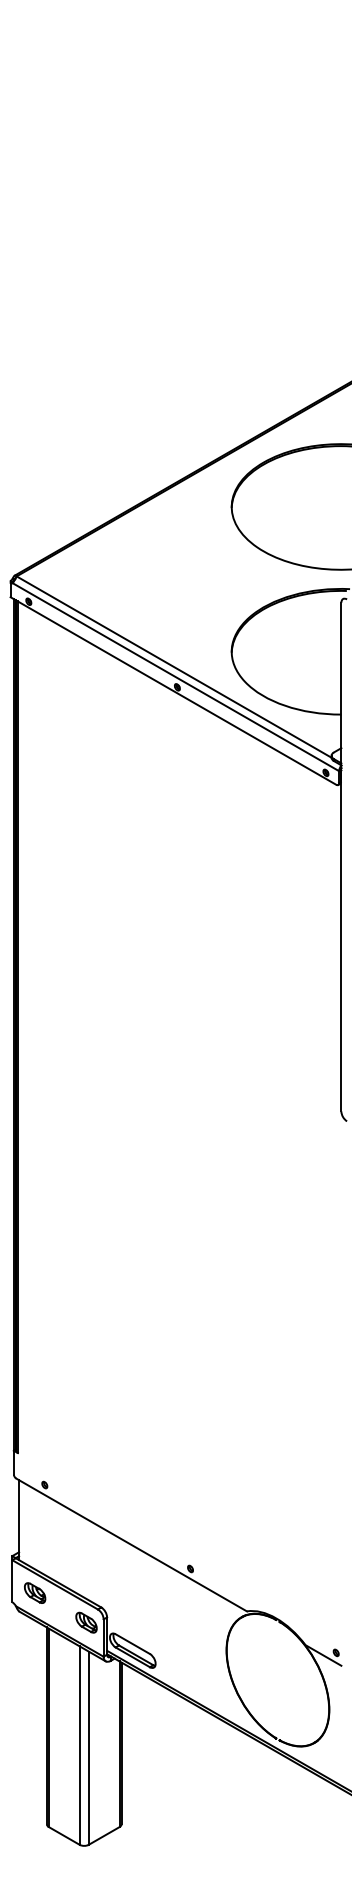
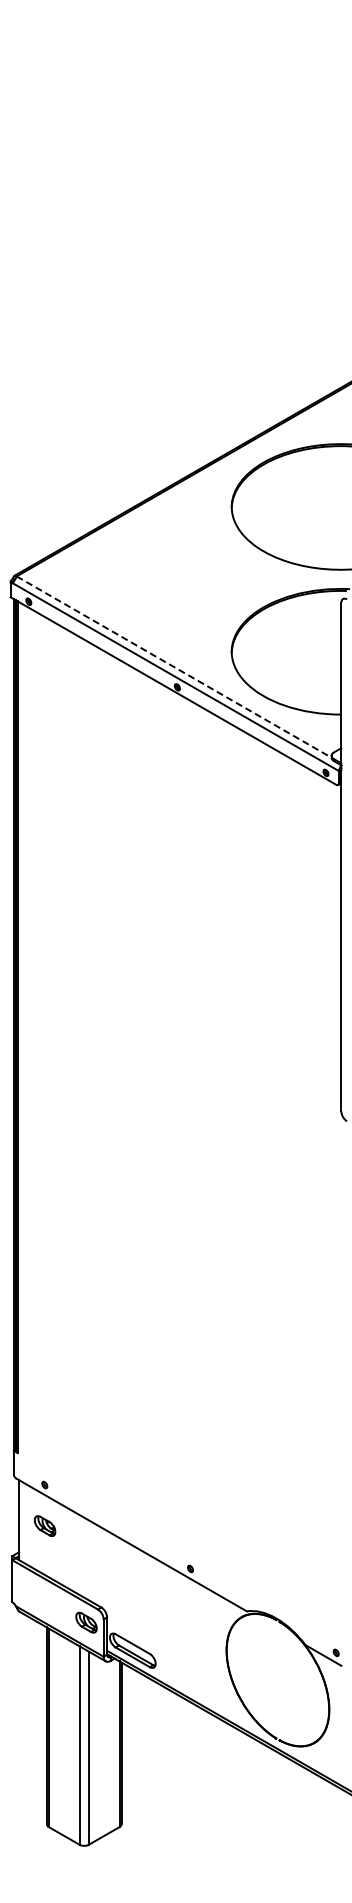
line at (174, 667): solid -> dashed
part at (35, 1592) position: (35, 1592) -> (45, 1525)
